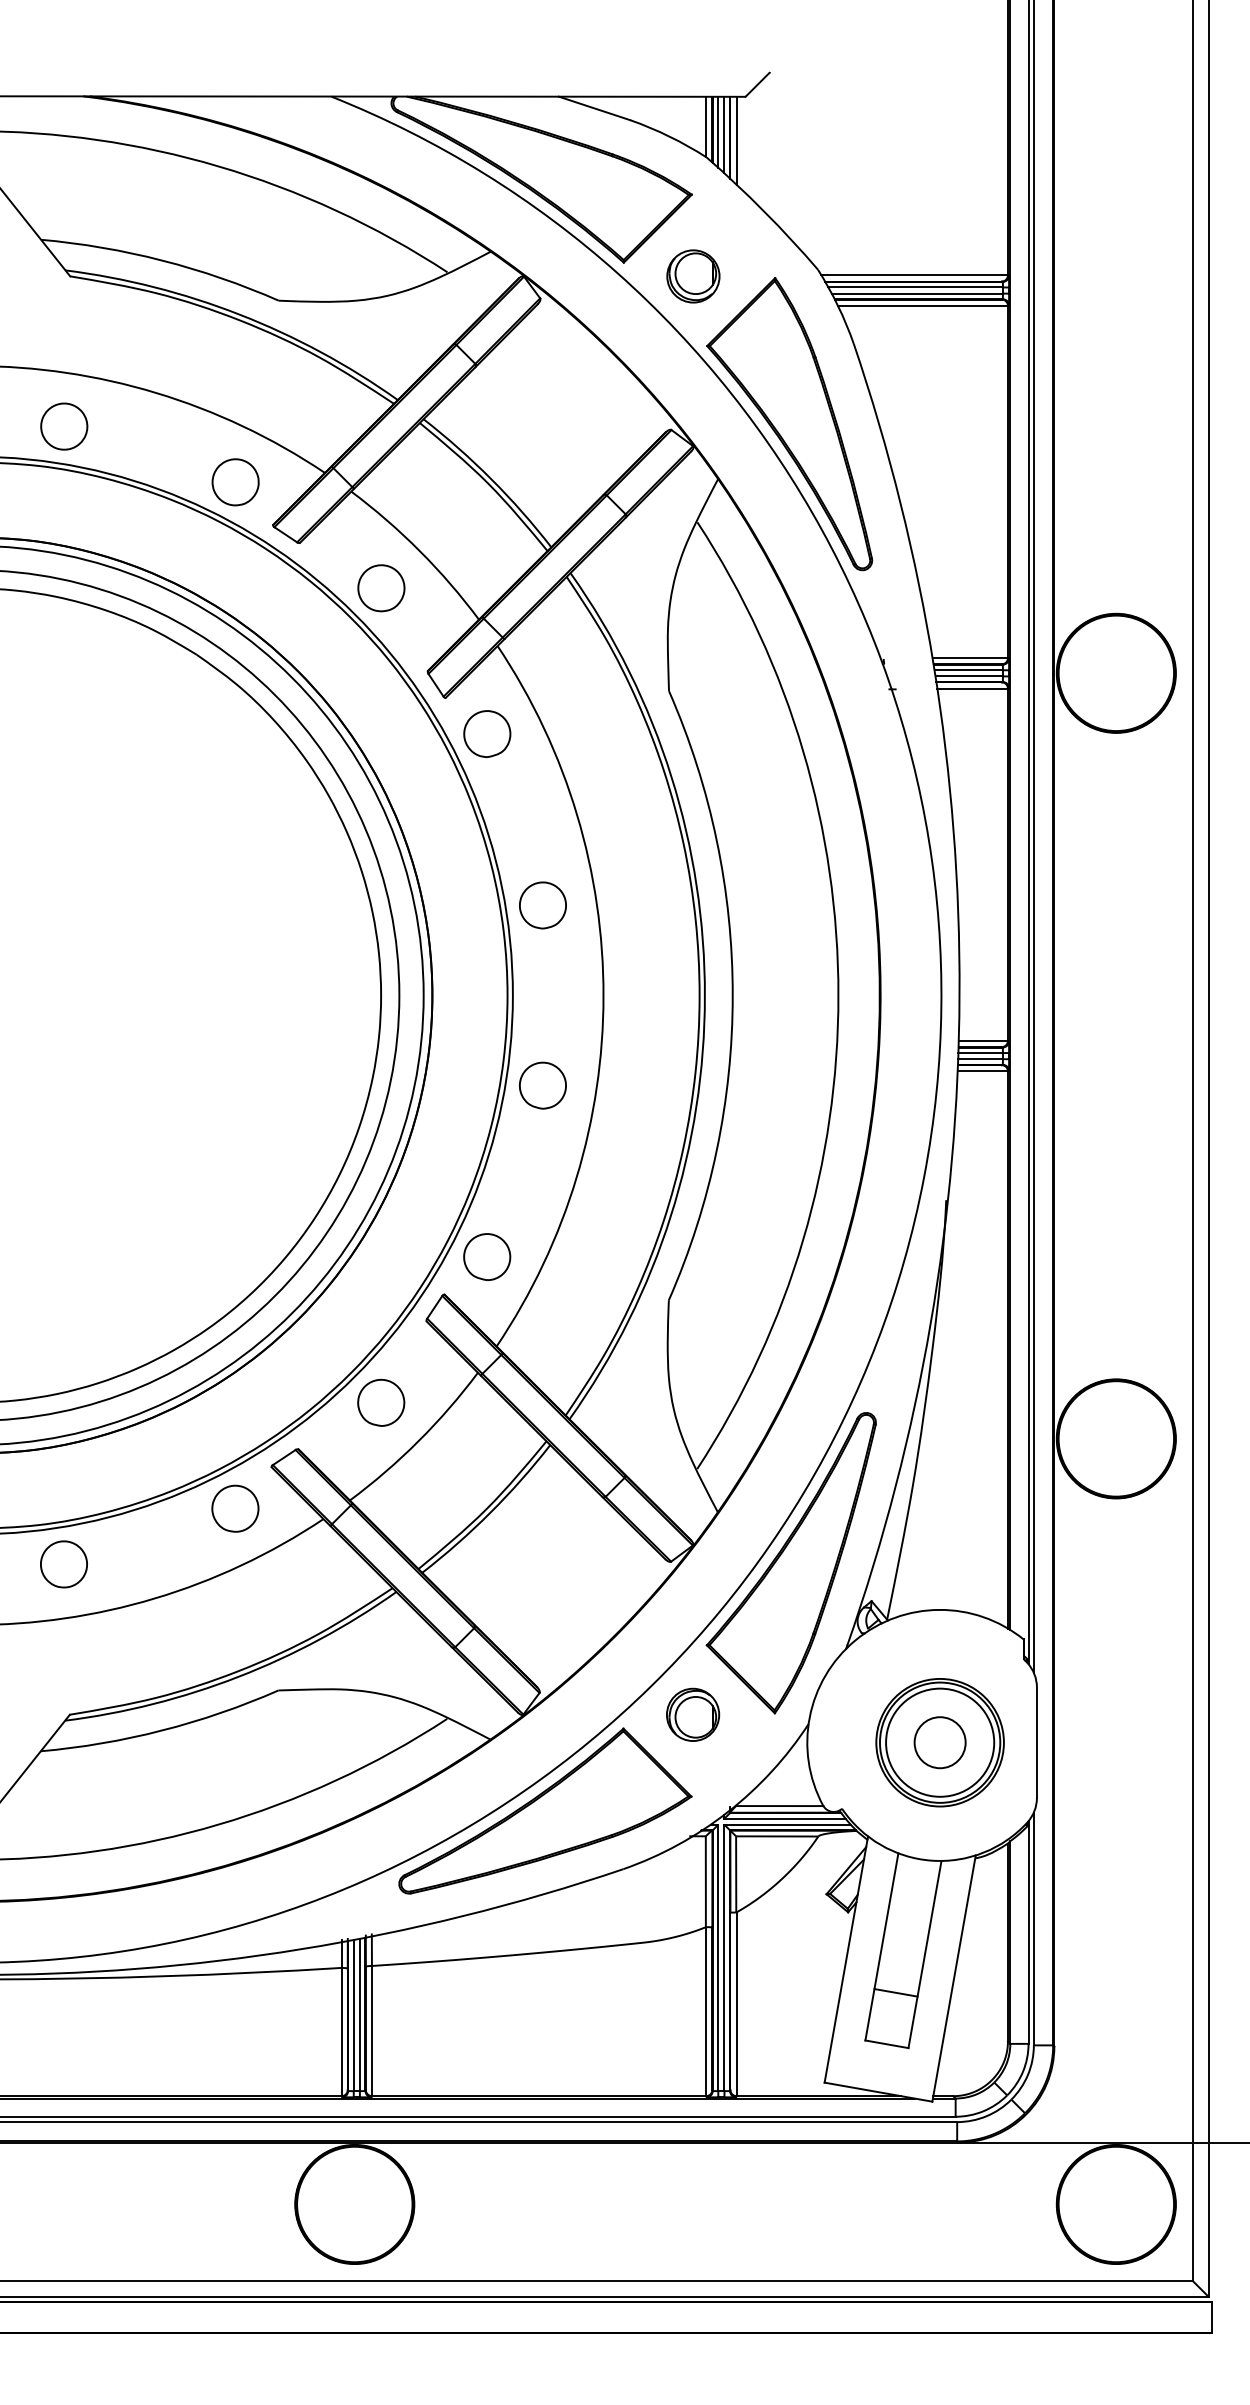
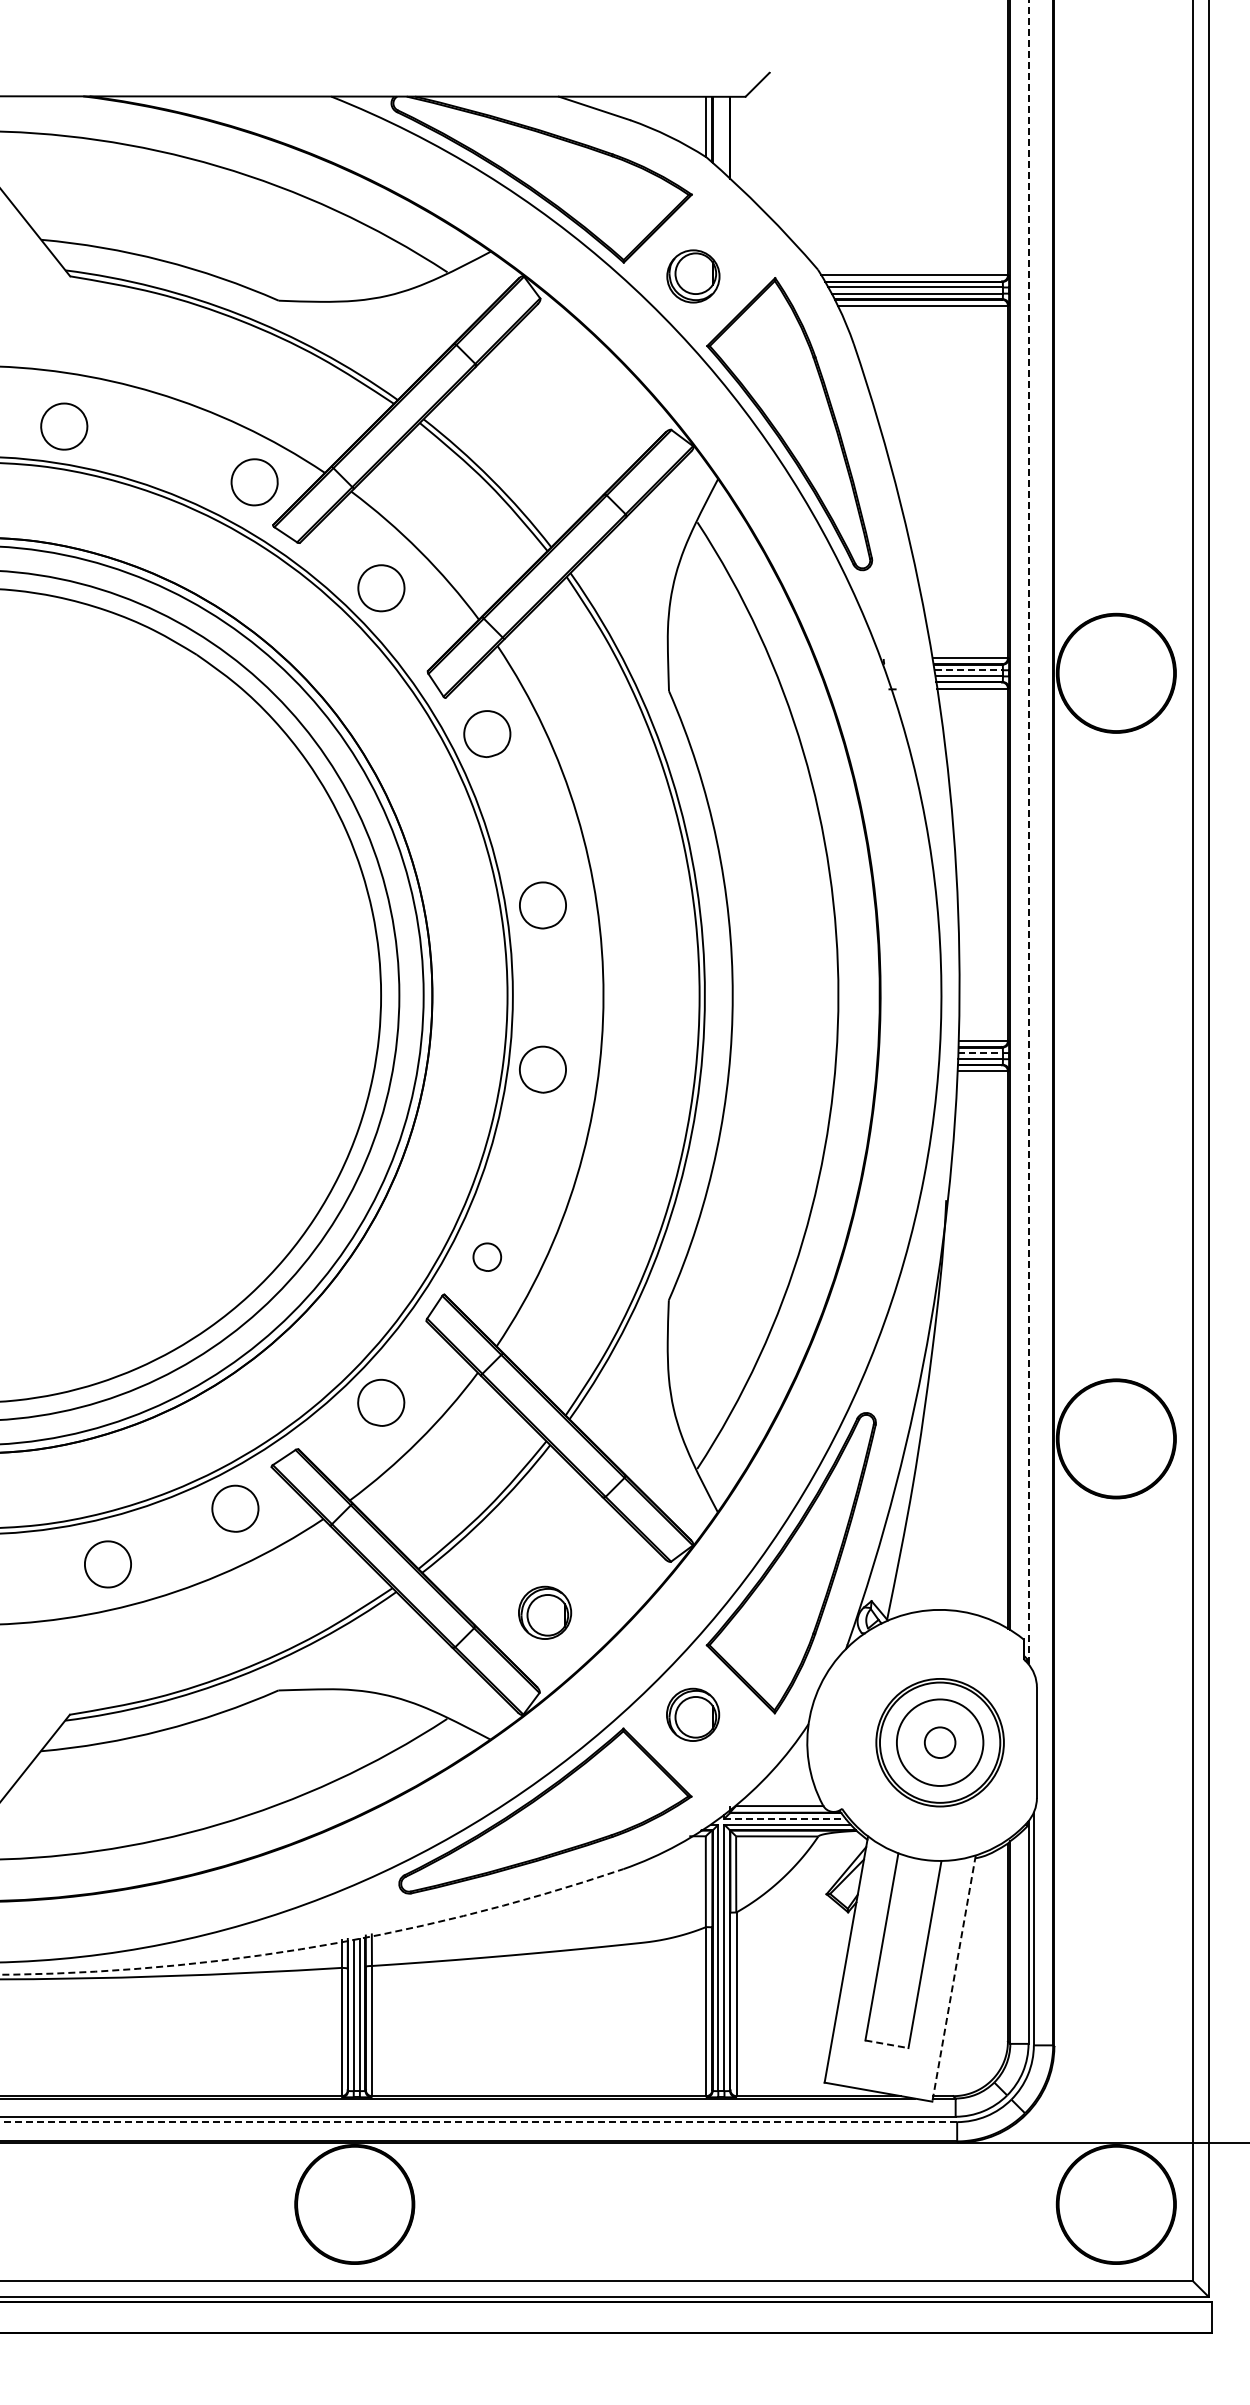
line at (718, 131): present -> none
line at (724, 134): present -> none
line at (736, 140): present -> none
part at (235, 482) position: (235, 482) -> (254, 482)
line at (969, 670): solid -> dashed
line at (1028, 832): solid -> dashed
line at (1033, 837): present -> none
line at (981, 1053): solid -> dashed
part at (542, 1085) position: (542, 1085) -> (542, 1069)
part at (487, 1257) size: 49x49 px -> 31x30 px
part at (63, 1564) position: (63, 1564) -> (107, 1564)
part at (545, 1612): none -> present
circle at (939, 1742) diameter: 51 px -> 31 px
circle at (940, 1742) diameter: 108 px -> 87 px
line at (785, 1818): solid -> dashed
arc at (314, 1946): solid -> dashed
line at (953, 1979): solid -> dashed
line at (895, 1992): present -> none
line at (886, 2044): solid -> dashed
line at (478, 2122): solid -> dashed
